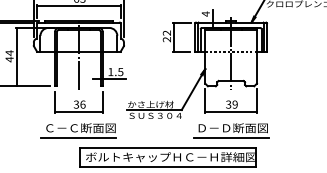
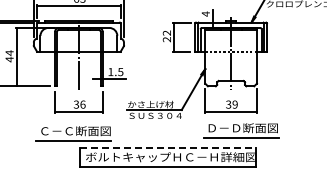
part at (78, 130) position: (78, 130) -> (73, 133)
part at (231, 130) position: (231, 130) -> (241, 130)
line at (168, 148): solid -> dashed
